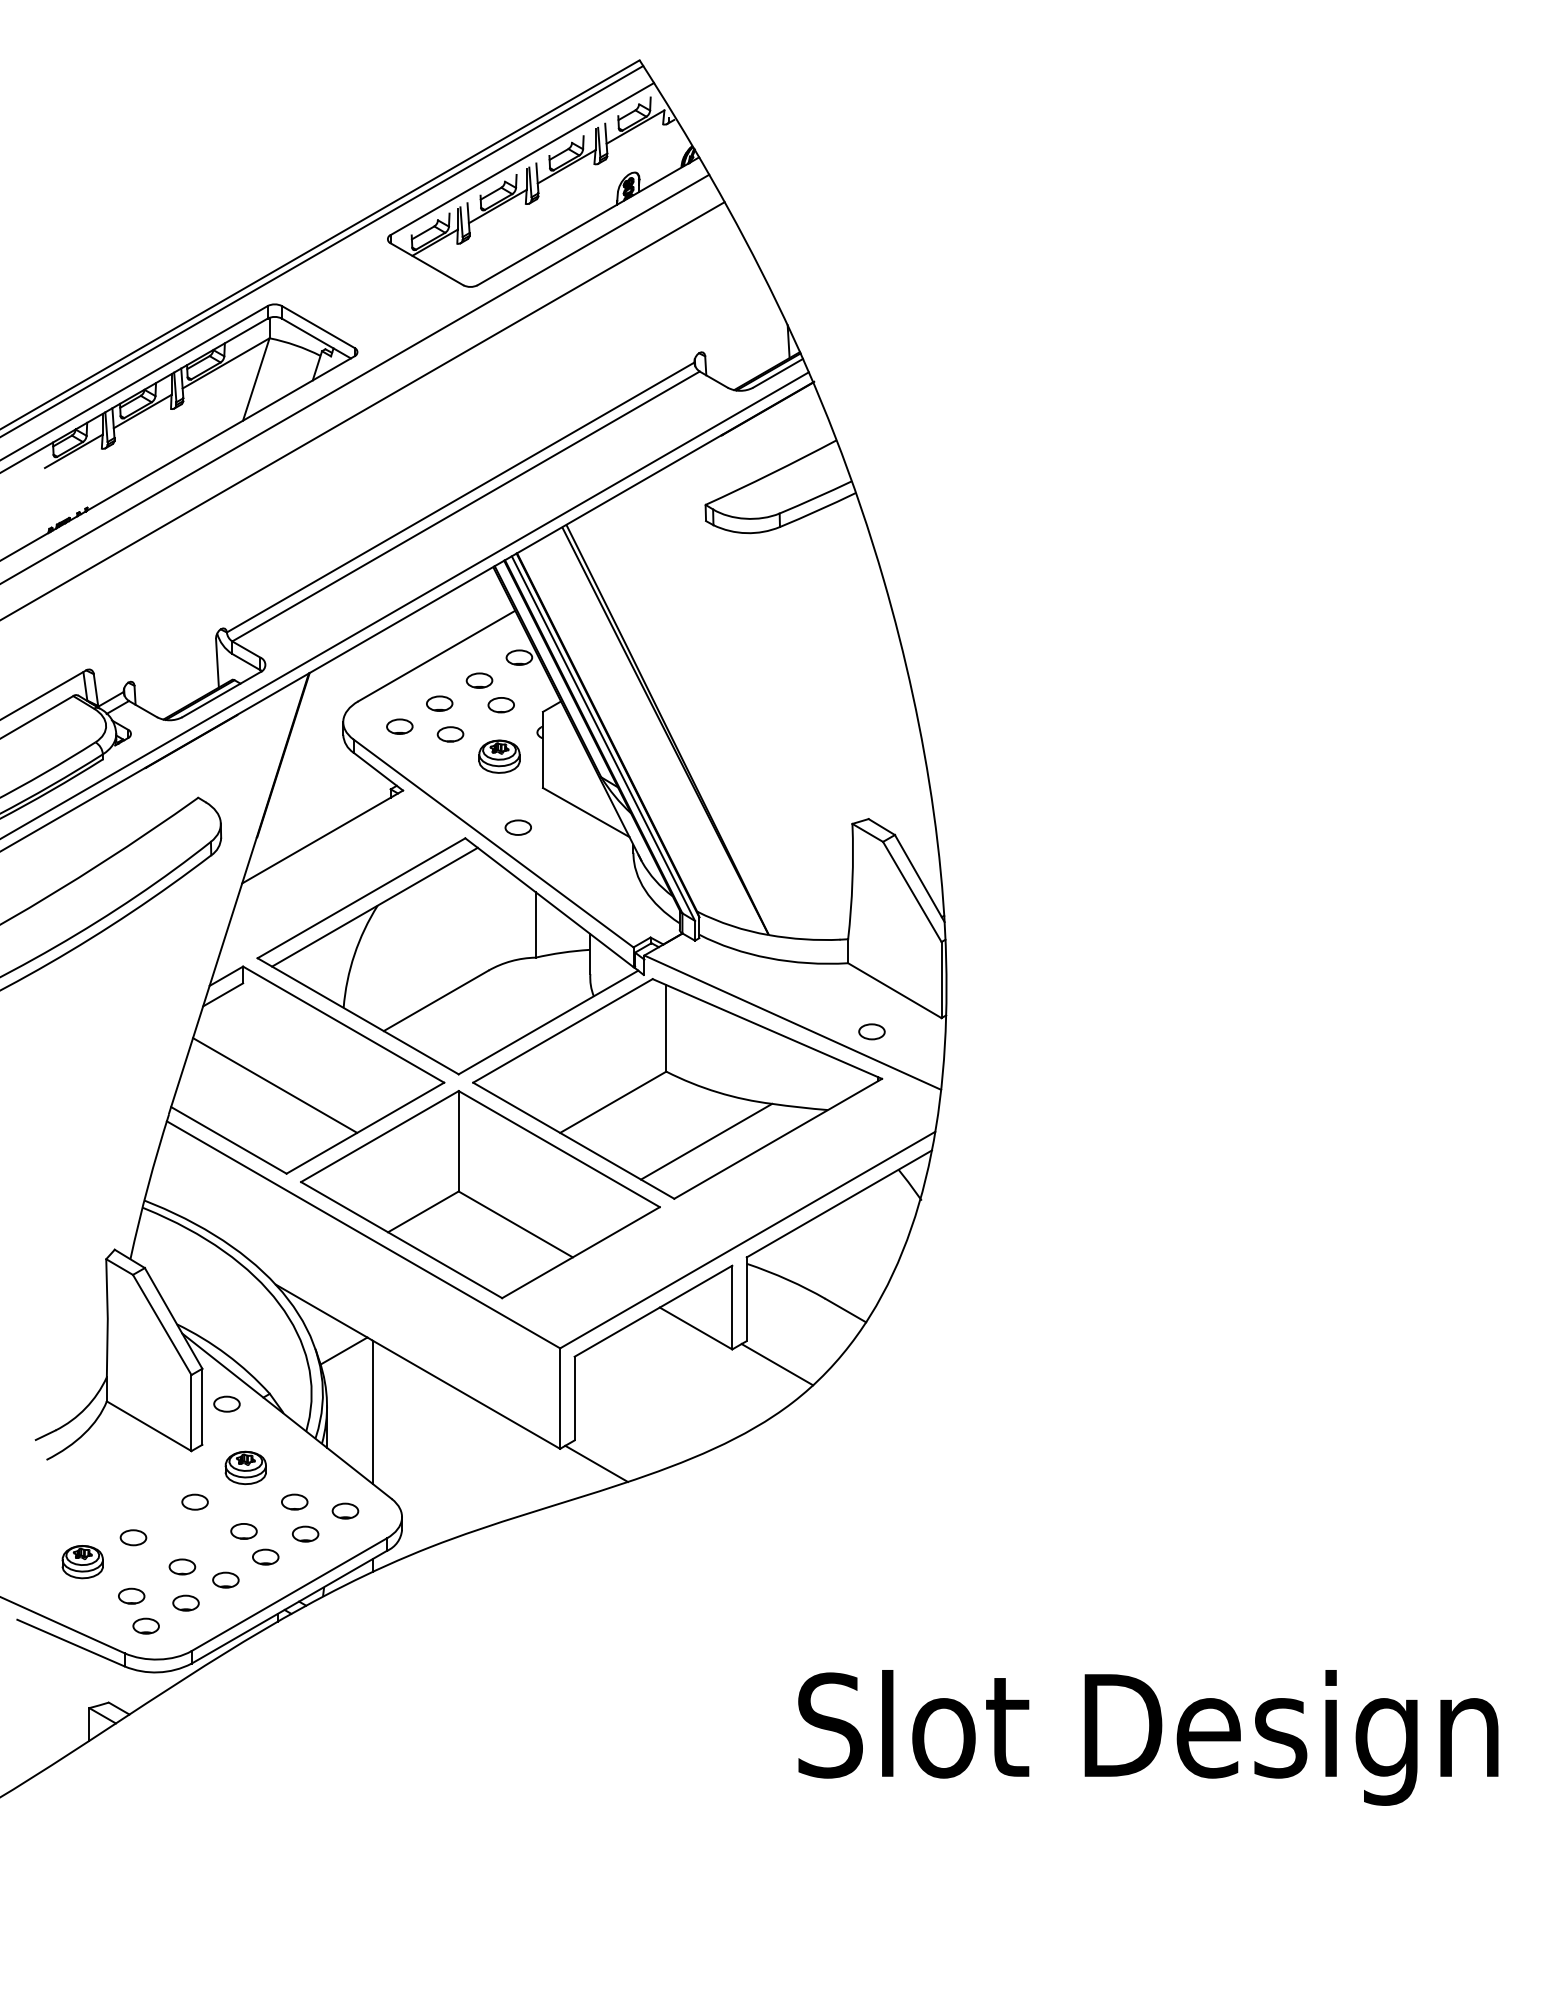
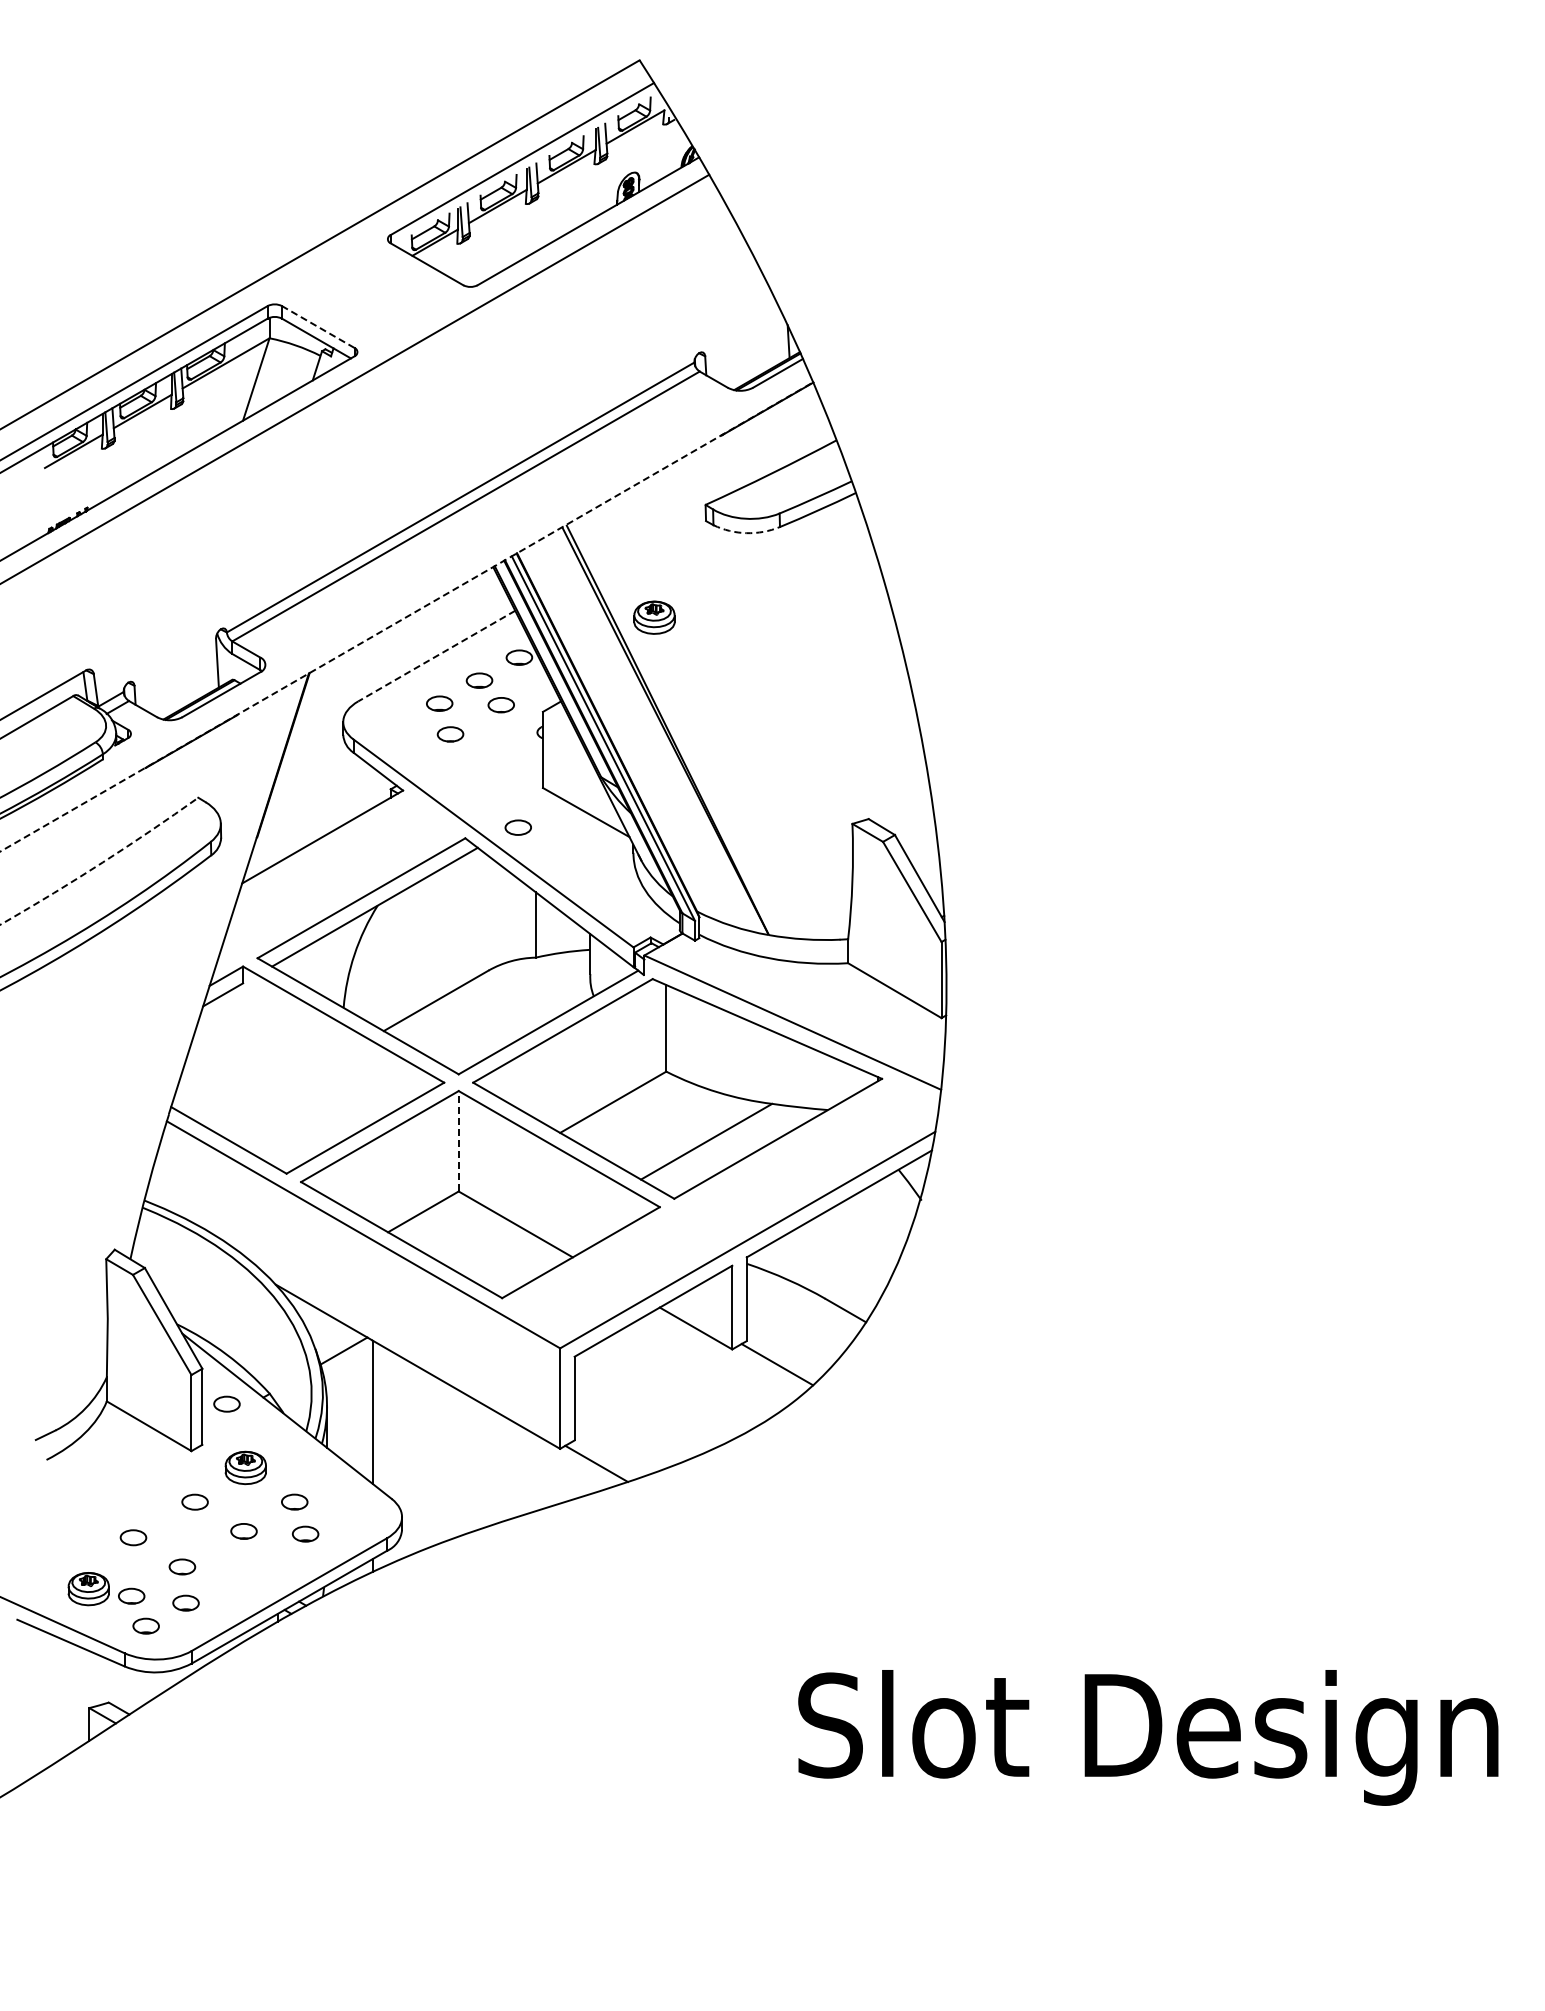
line at (322, 251): present -> none
line at (318, 327): solid -> dashed
line at (363, 410): present -> none
arc at (746, 533): solid -> dashed
line at (405, 604): present -> none
line at (407, 616): solid -> dashed
line at (436, 656): solid -> dashed
part at (399, 726): present -> none
part at (499, 756) position: (499, 756) -> (654, 617)
arc at (101, 863): solid -> dashed
part at (871, 1031): present -> none
line at (275, 1085): present -> none
line at (458, 1140): solid -> dashed
part at (345, 1510): present -> none
part at (265, 1556): present -> none
part at (82, 1562) position: (82, 1562) -> (88, 1589)
part at (225, 1579): present -> none
